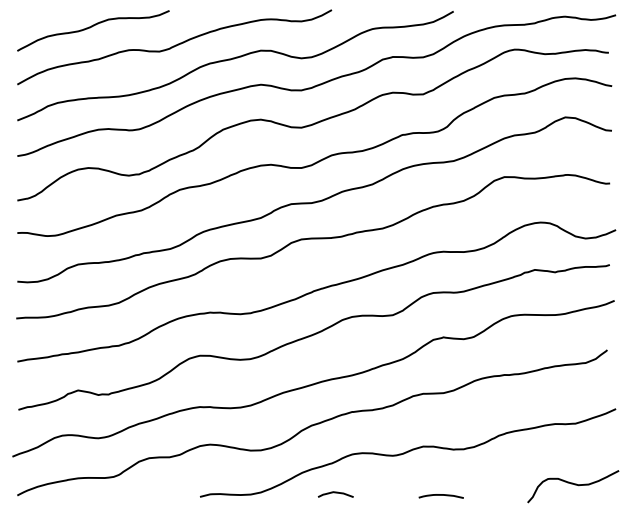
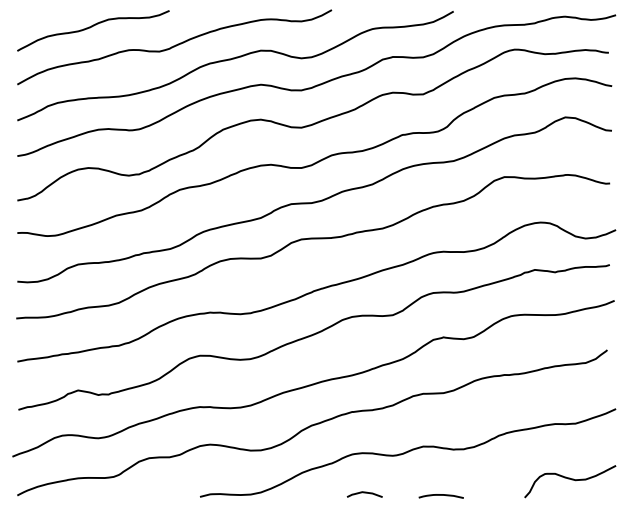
curve at (574, 485) position: (574, 485) -> (571, 480)
curve at (335, 493) position: (335, 493) -> (364, 493)
